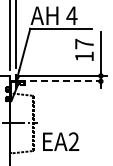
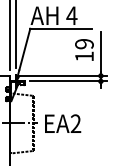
text at (84, 43): 17 -> 19
line at (69, 81): dashed -> solid
text at (61, 141) position: (61, 141) -> (63, 123)
